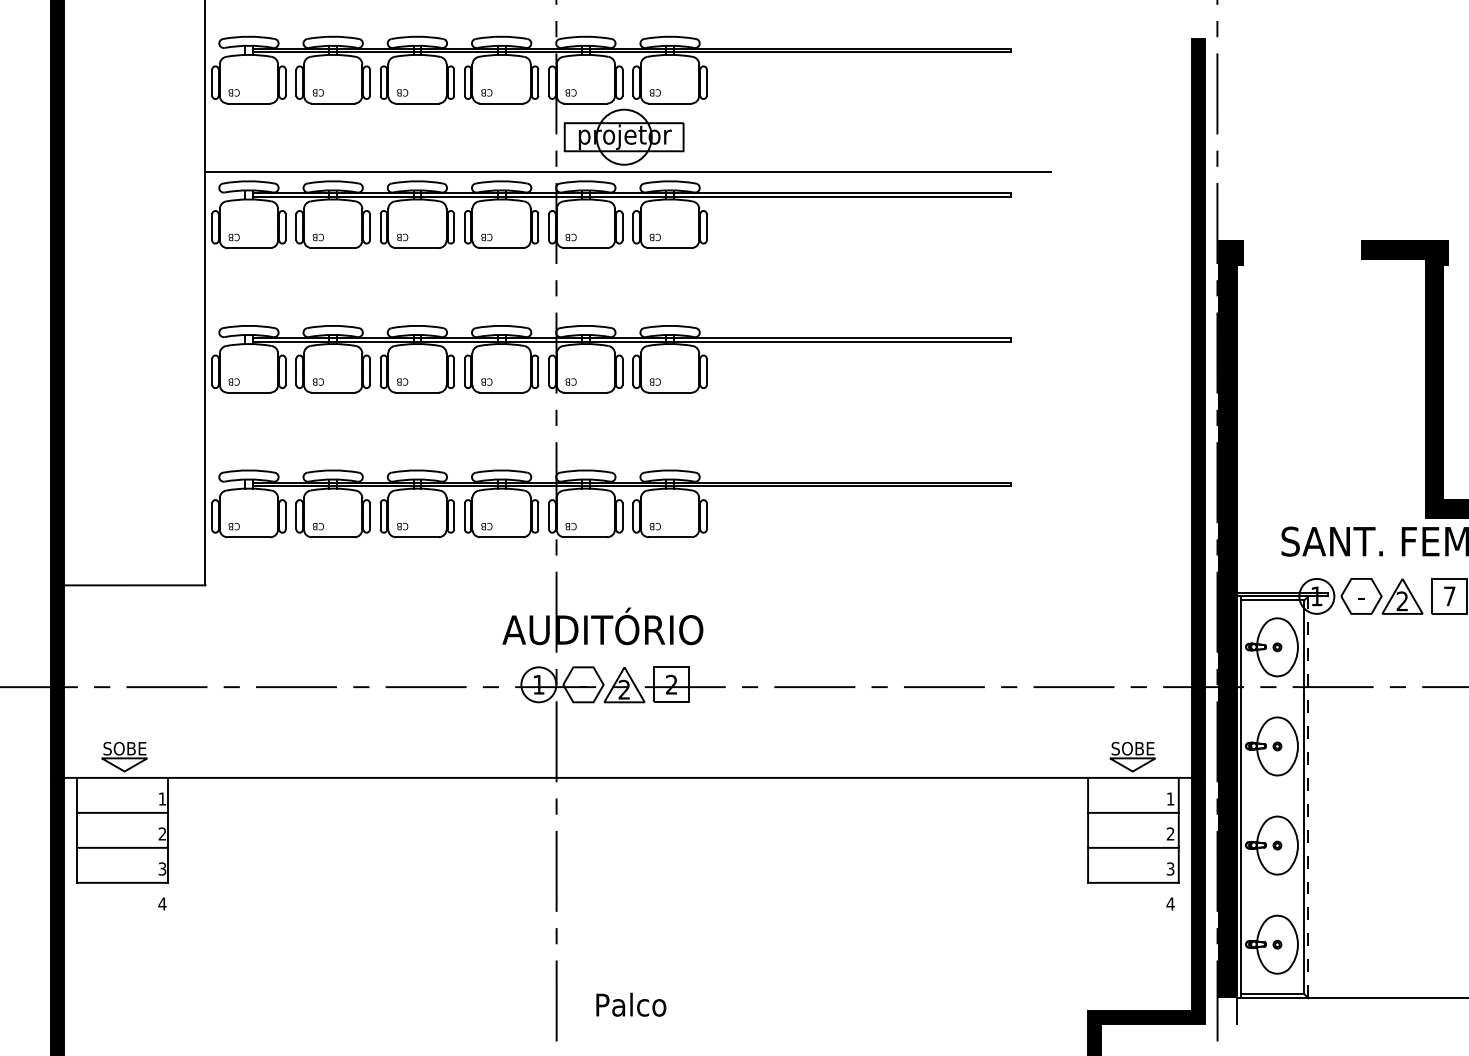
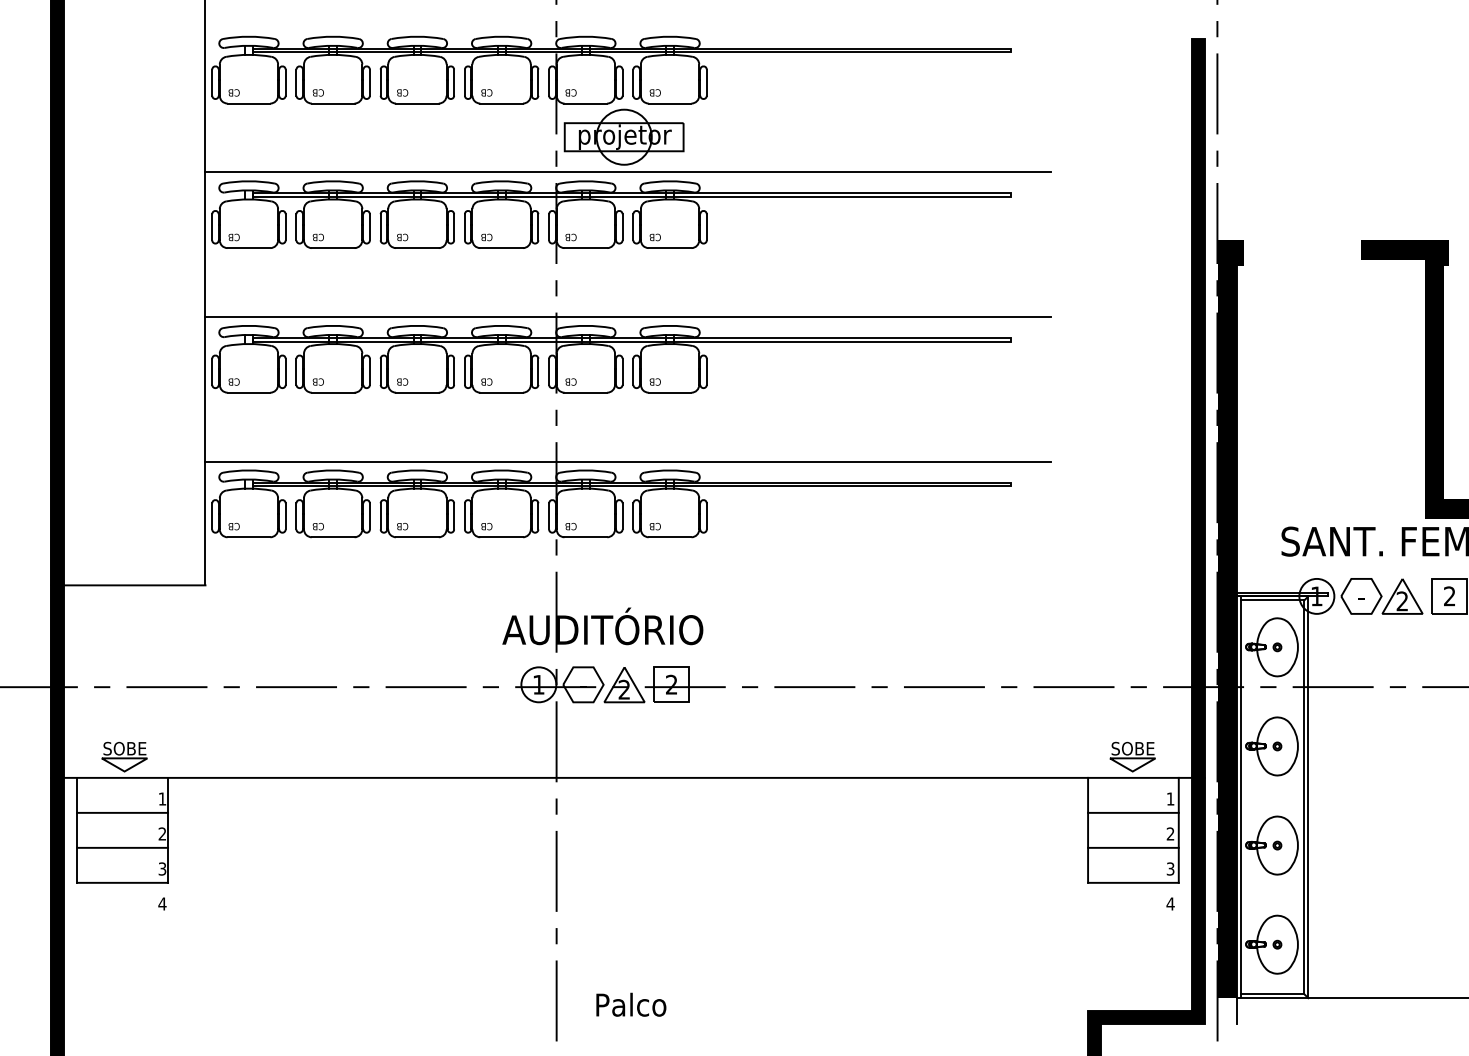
line at (627, 316): none -> present
line at (627, 461): none -> present
text at (1449, 596): 7 -> 2
line at (1308, 797): dashed -> solid
